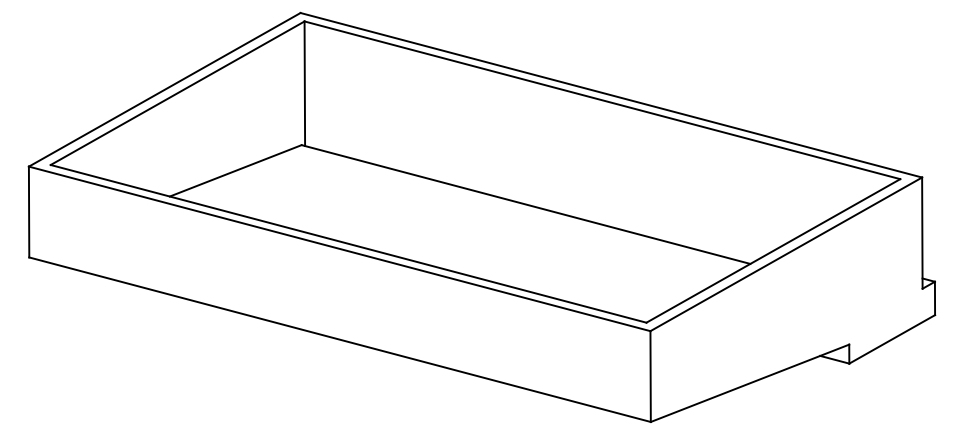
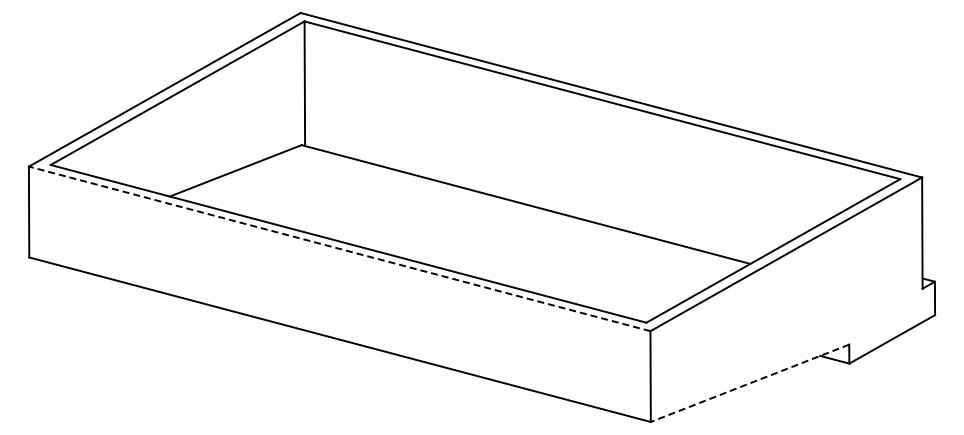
line at (339, 248): solid -> dashed
line at (749, 383): solid -> dashed
